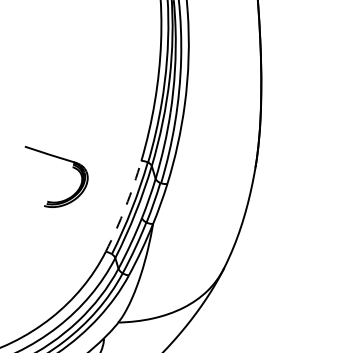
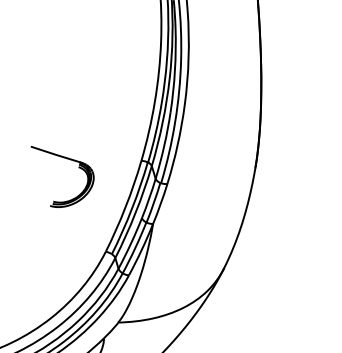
part at (61, 159) position: (61, 159) -> (67, 159)
arc at (125, 207): dashed -> solid
